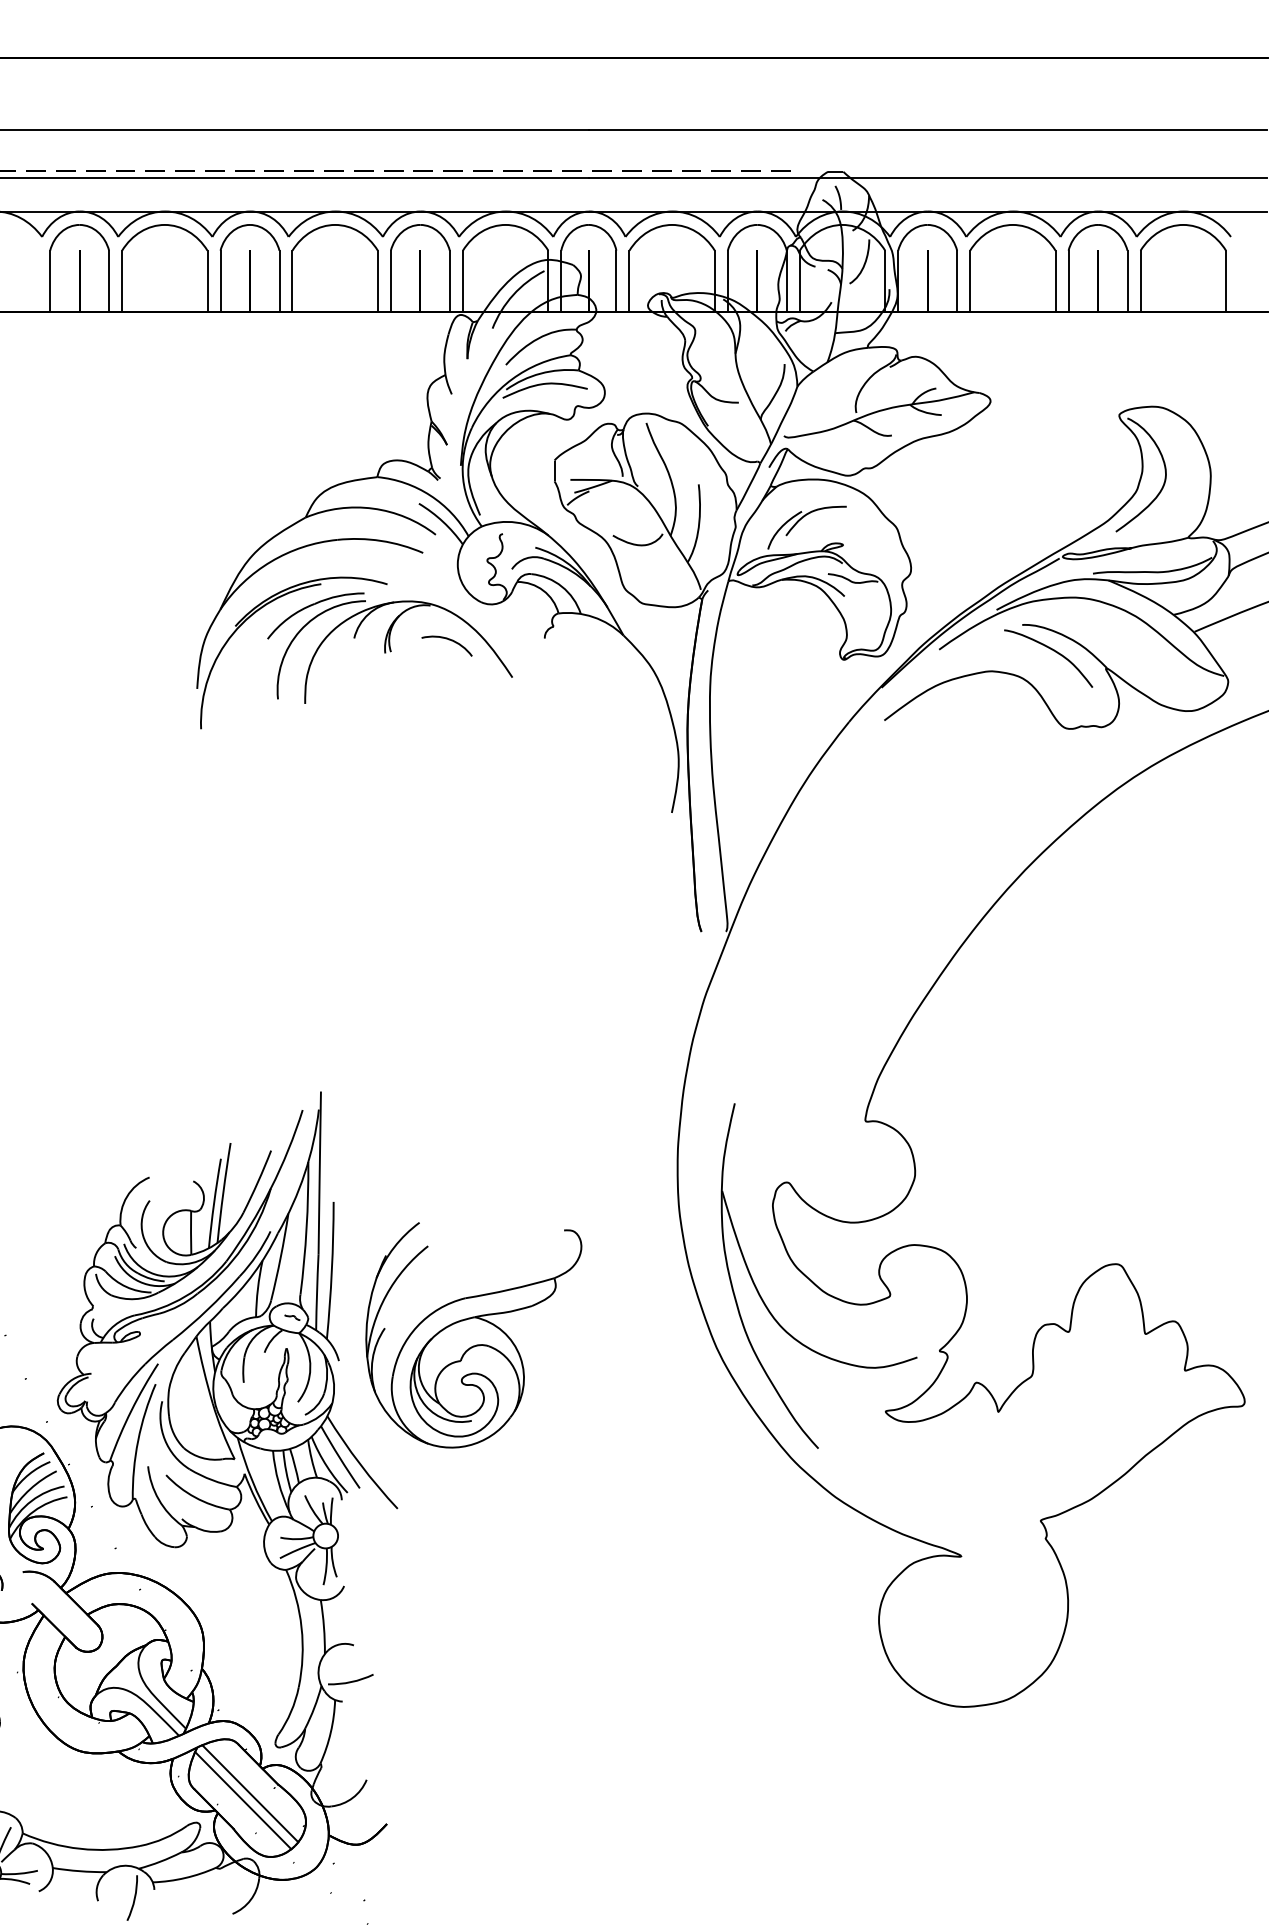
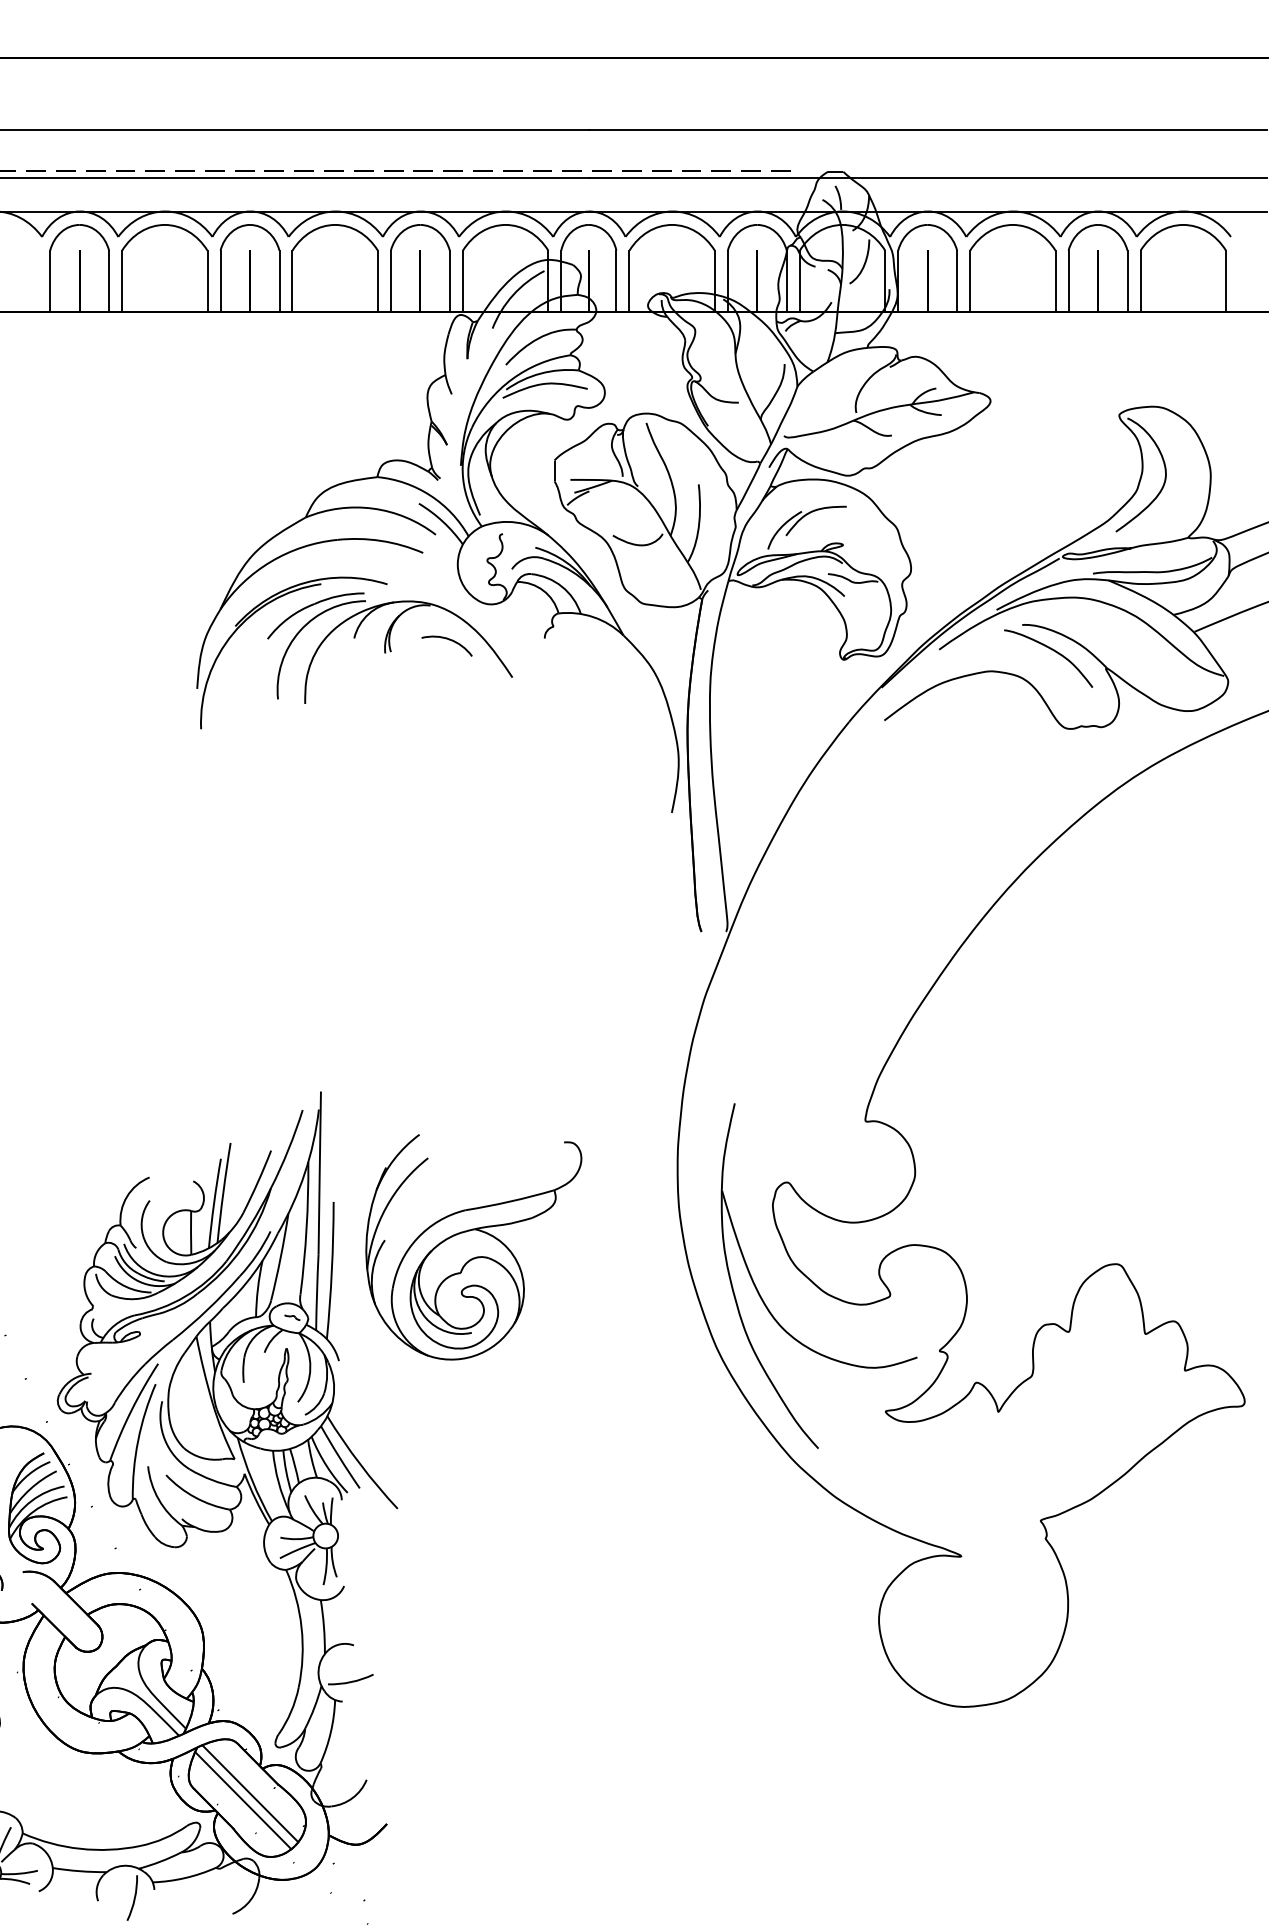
part at (473, 1335) position: (473, 1335) -> (473, 1247)
